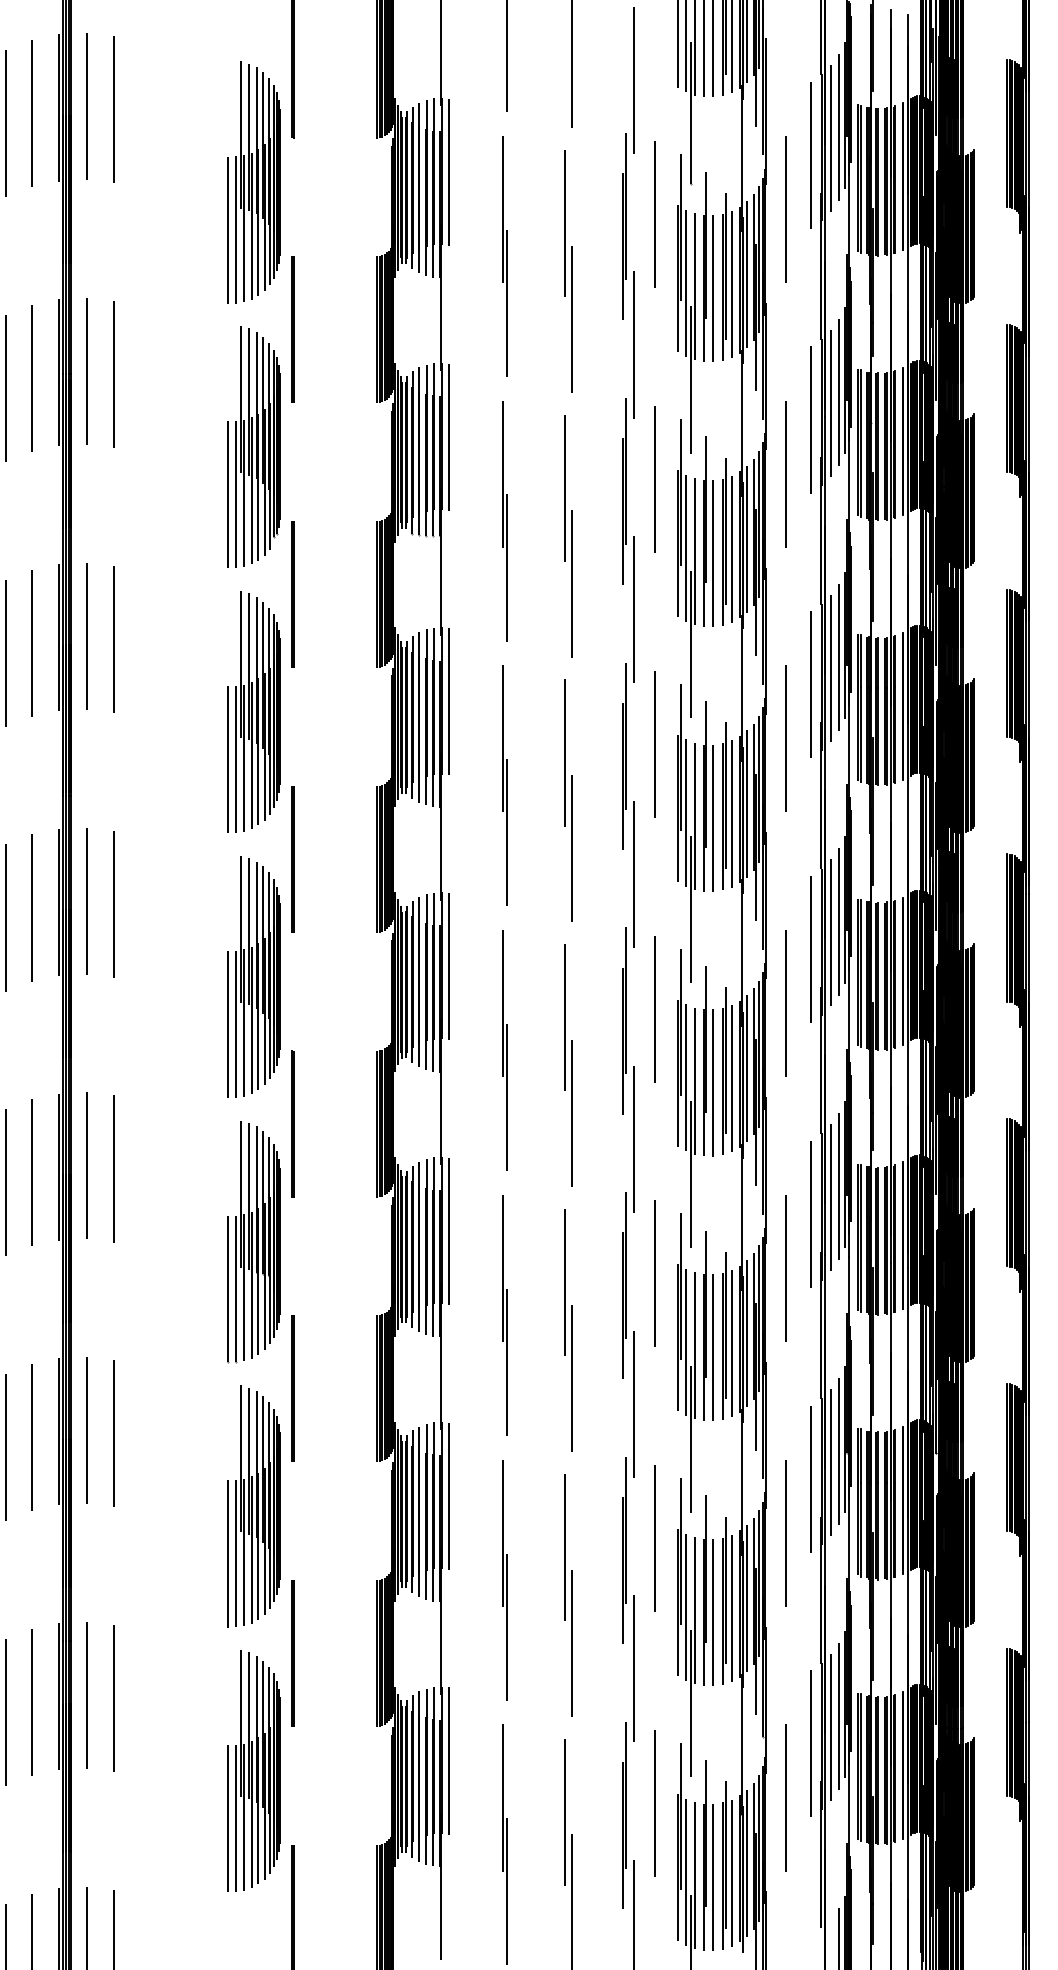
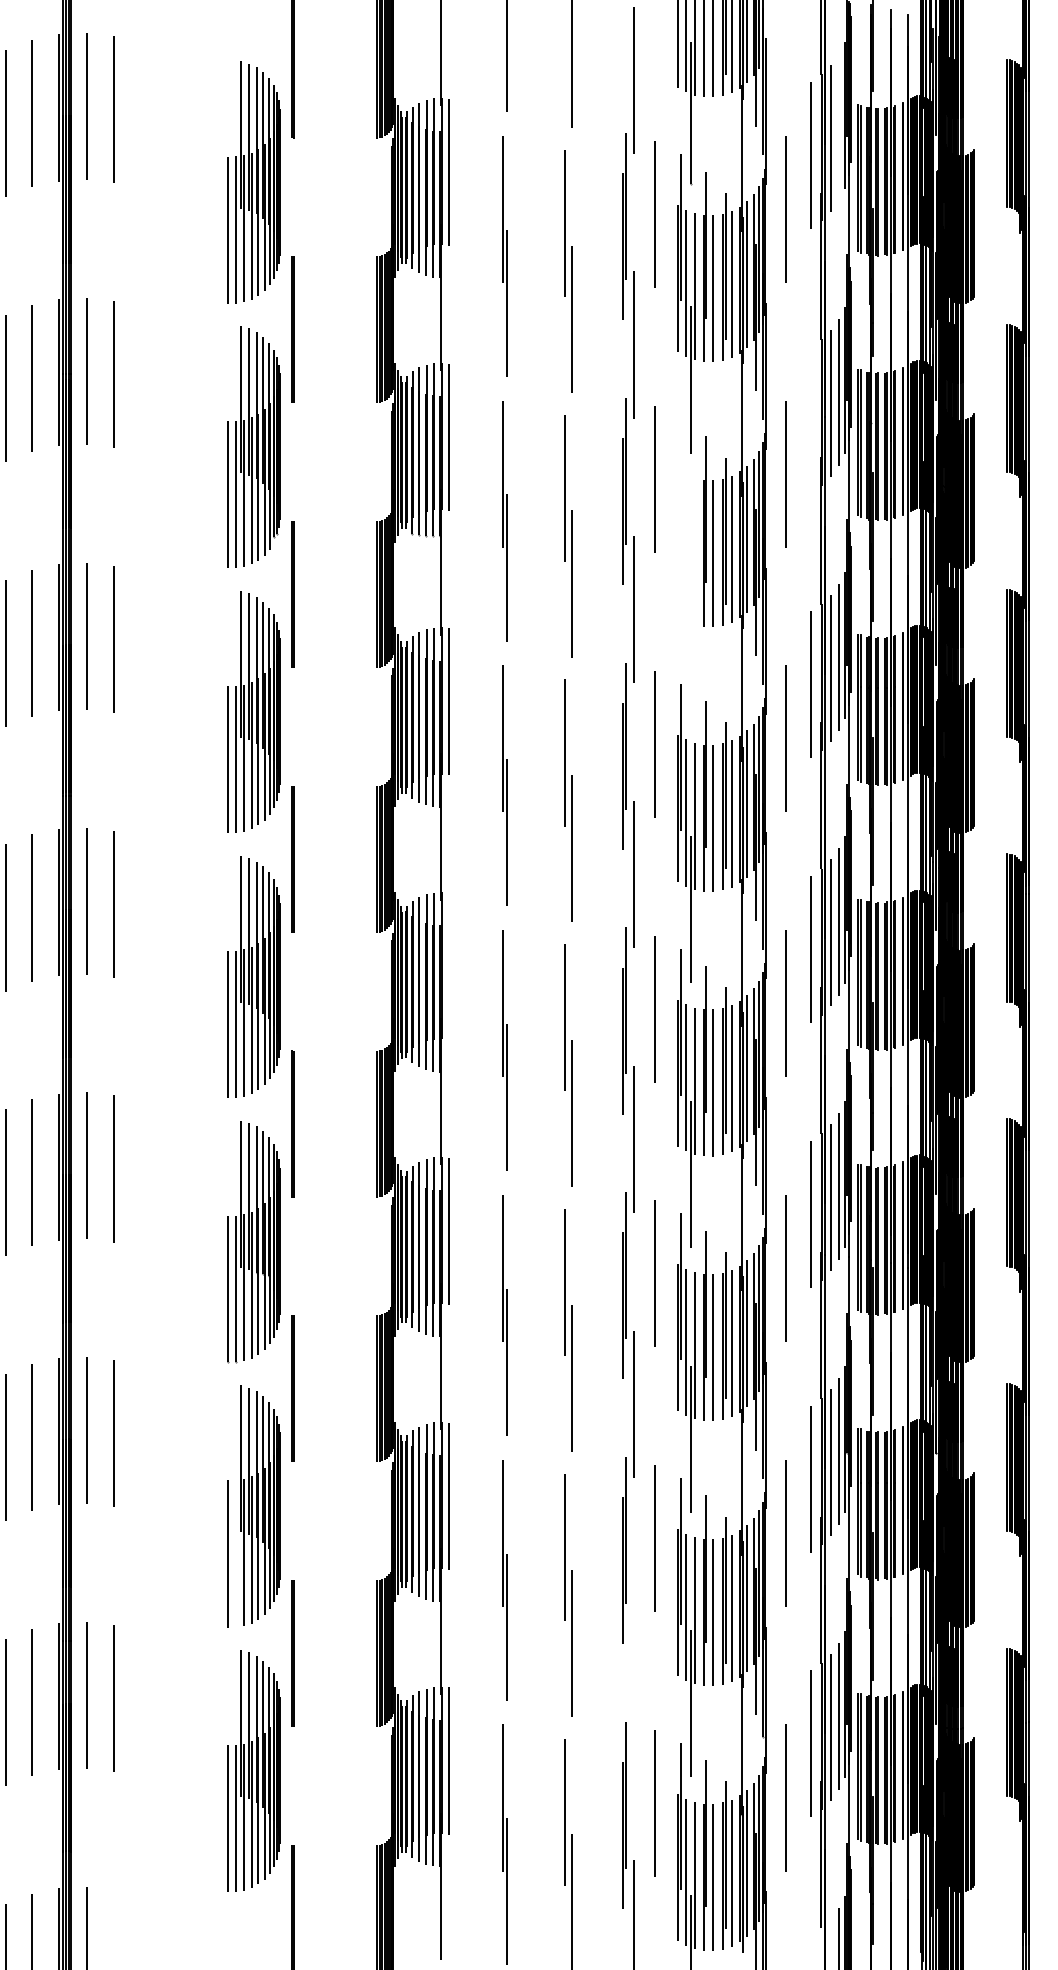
line at (839, 127): present -> none
line at (811, 419): present -> none
part at (686, 568): present -> none
line at (449, 966): present -> none
line at (236, 1553): present -> none
line at (634, 1668): present -> none
line at (114, 1927): present -> none
